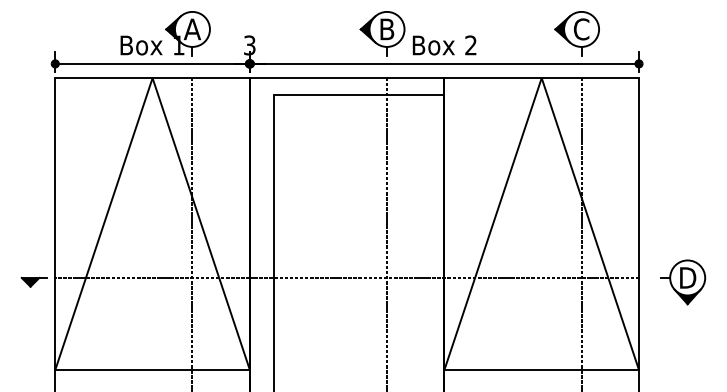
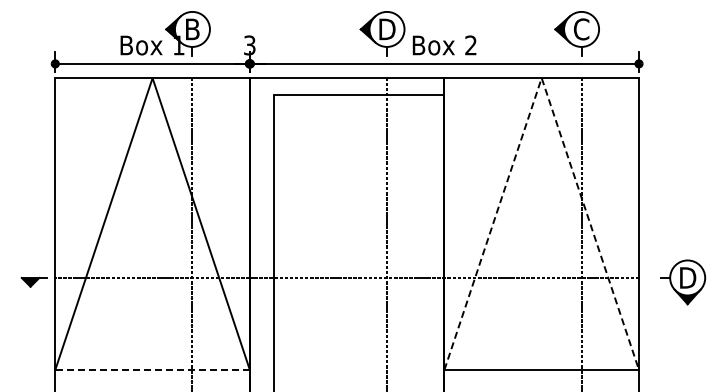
text at (191, 29): A -> B
text at (387, 29): B -> D
line at (541, 78): solid -> dashed
line at (152, 369): solid -> dashed
